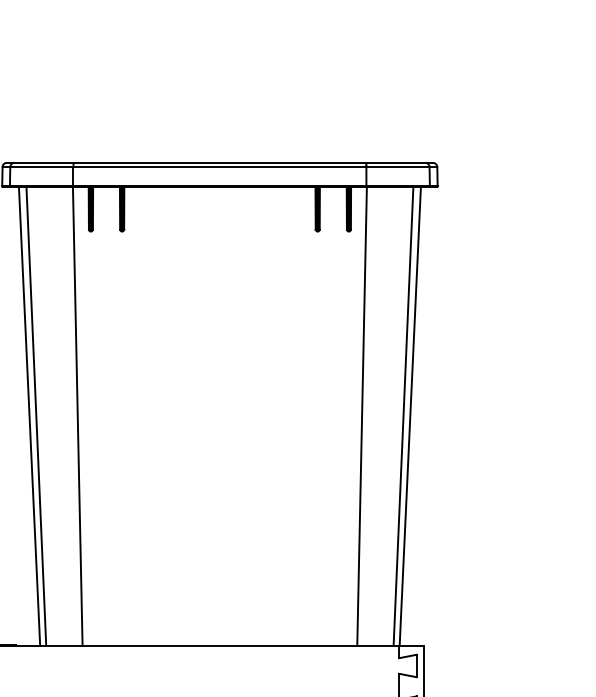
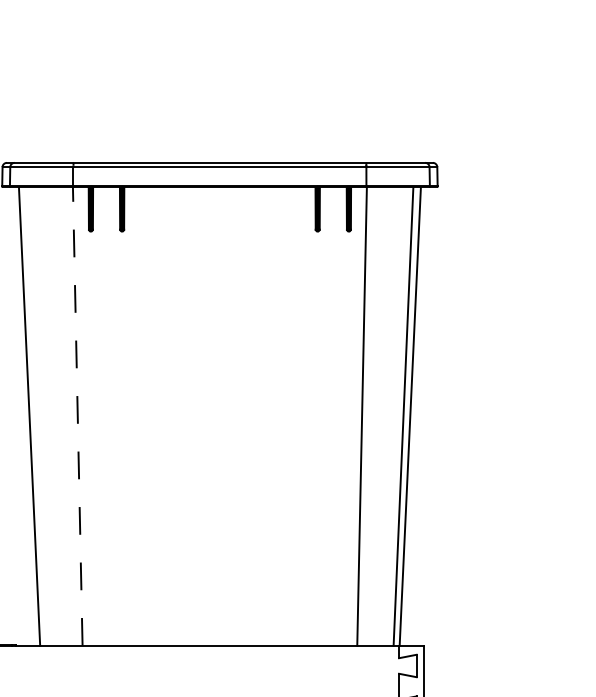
line at (77, 415): solid -> dashed
line at (36, 416): present -> none
